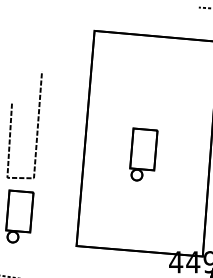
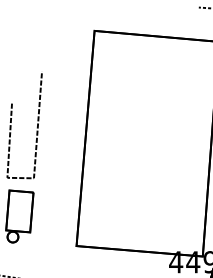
part at (143, 154): present -> none
